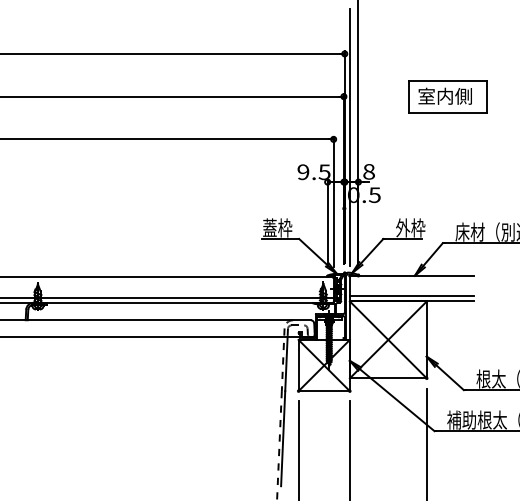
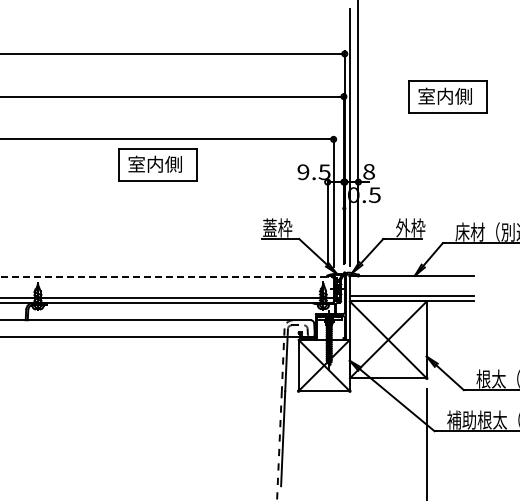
part at (157, 164): none -> present
line at (167, 277): solid -> dashed
line at (298, 449): present -> none
line at (349, 449): present -> none
